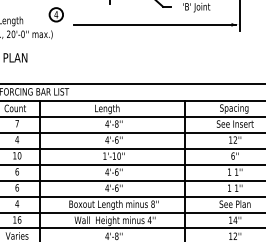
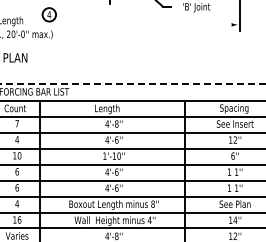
part at (55, 14) position: (55, 14) -> (48, 14)
line at (154, 24): present -> none
line at (133, 83): solid -> dashed
